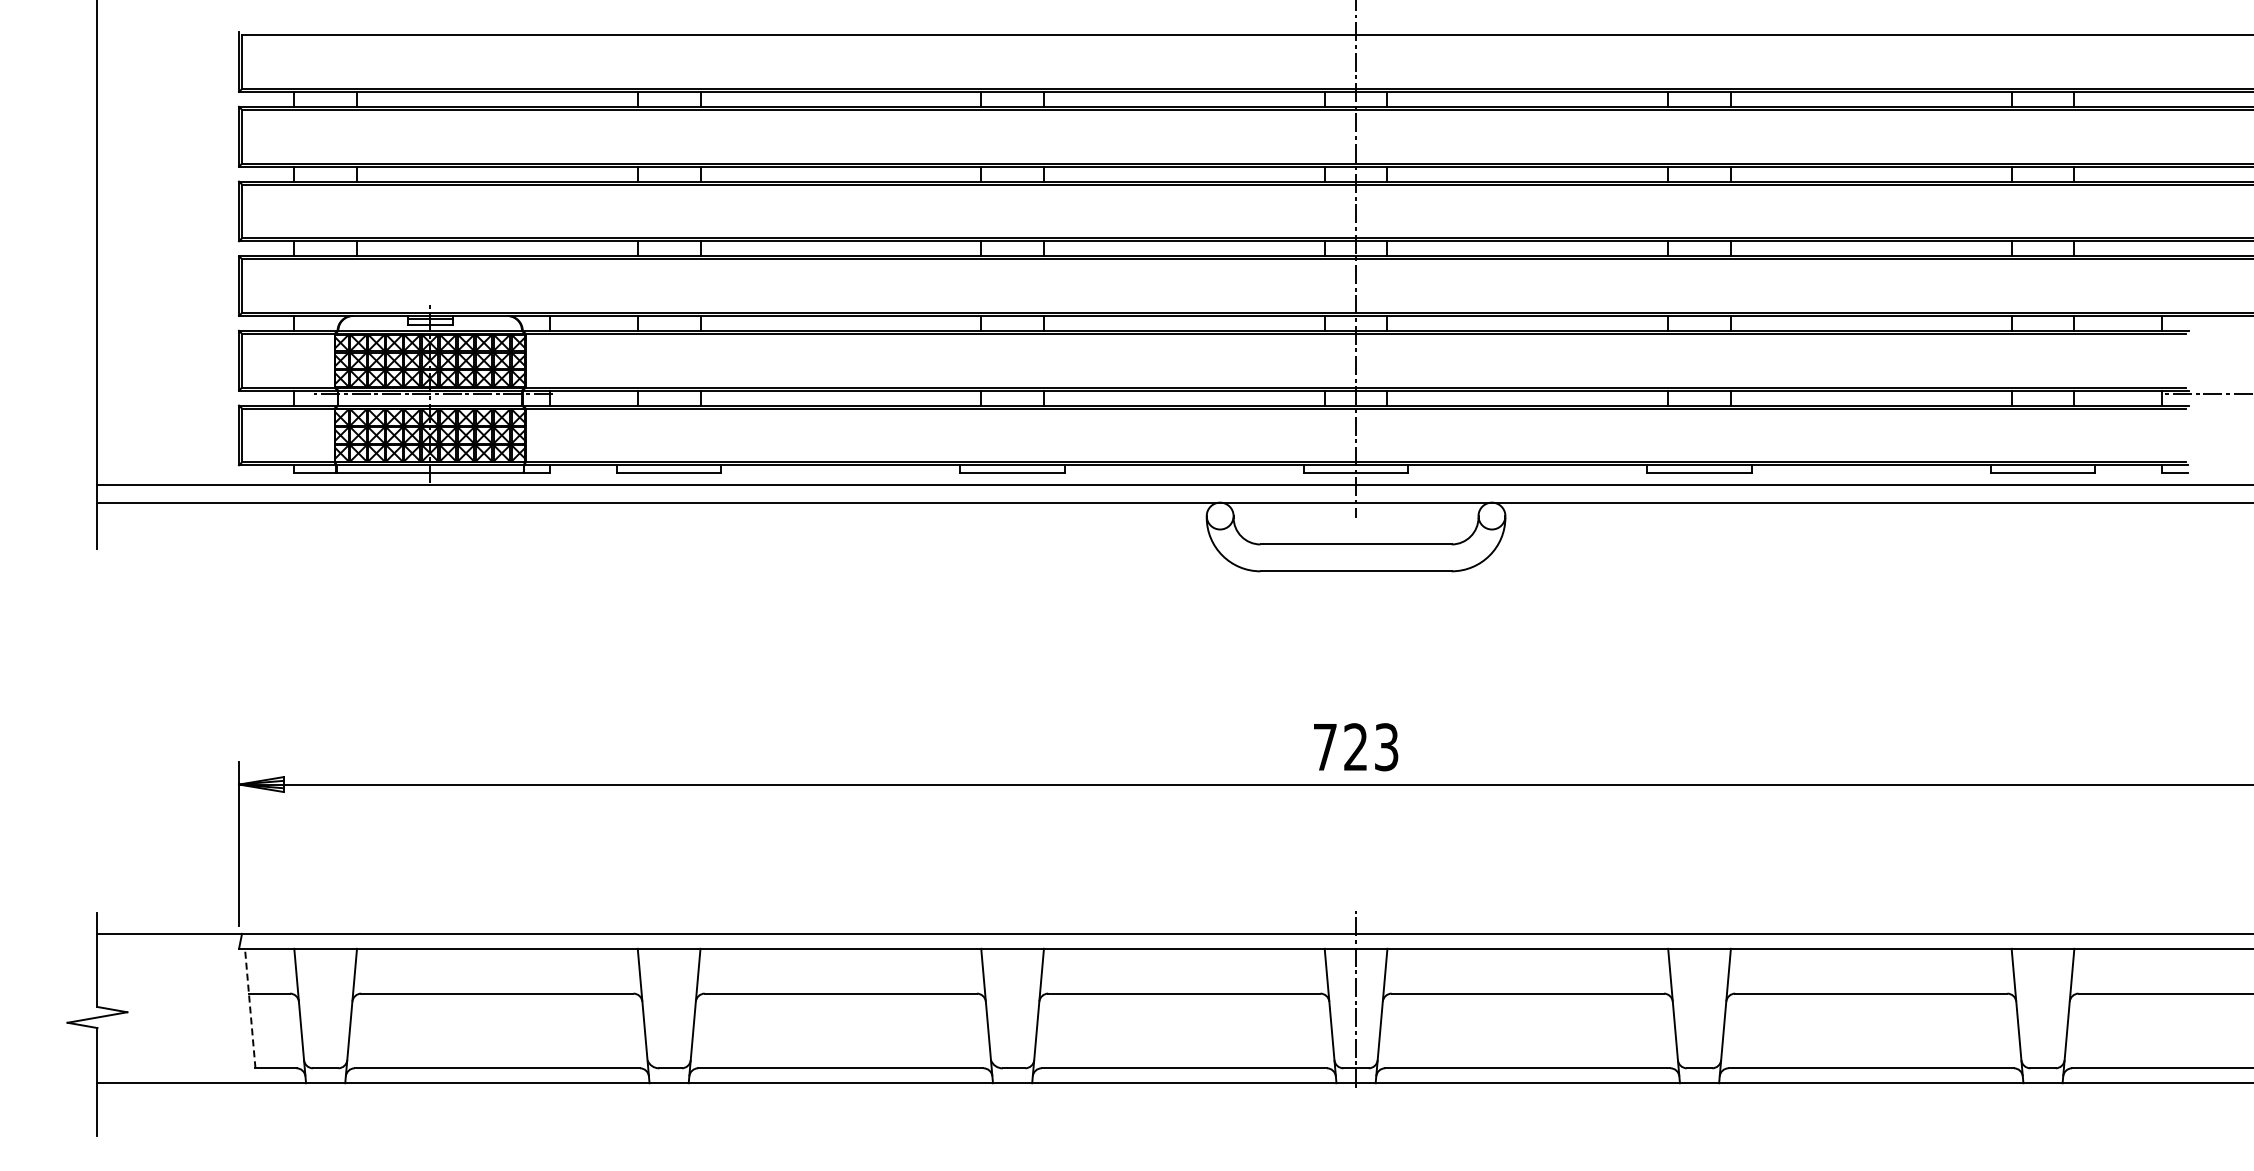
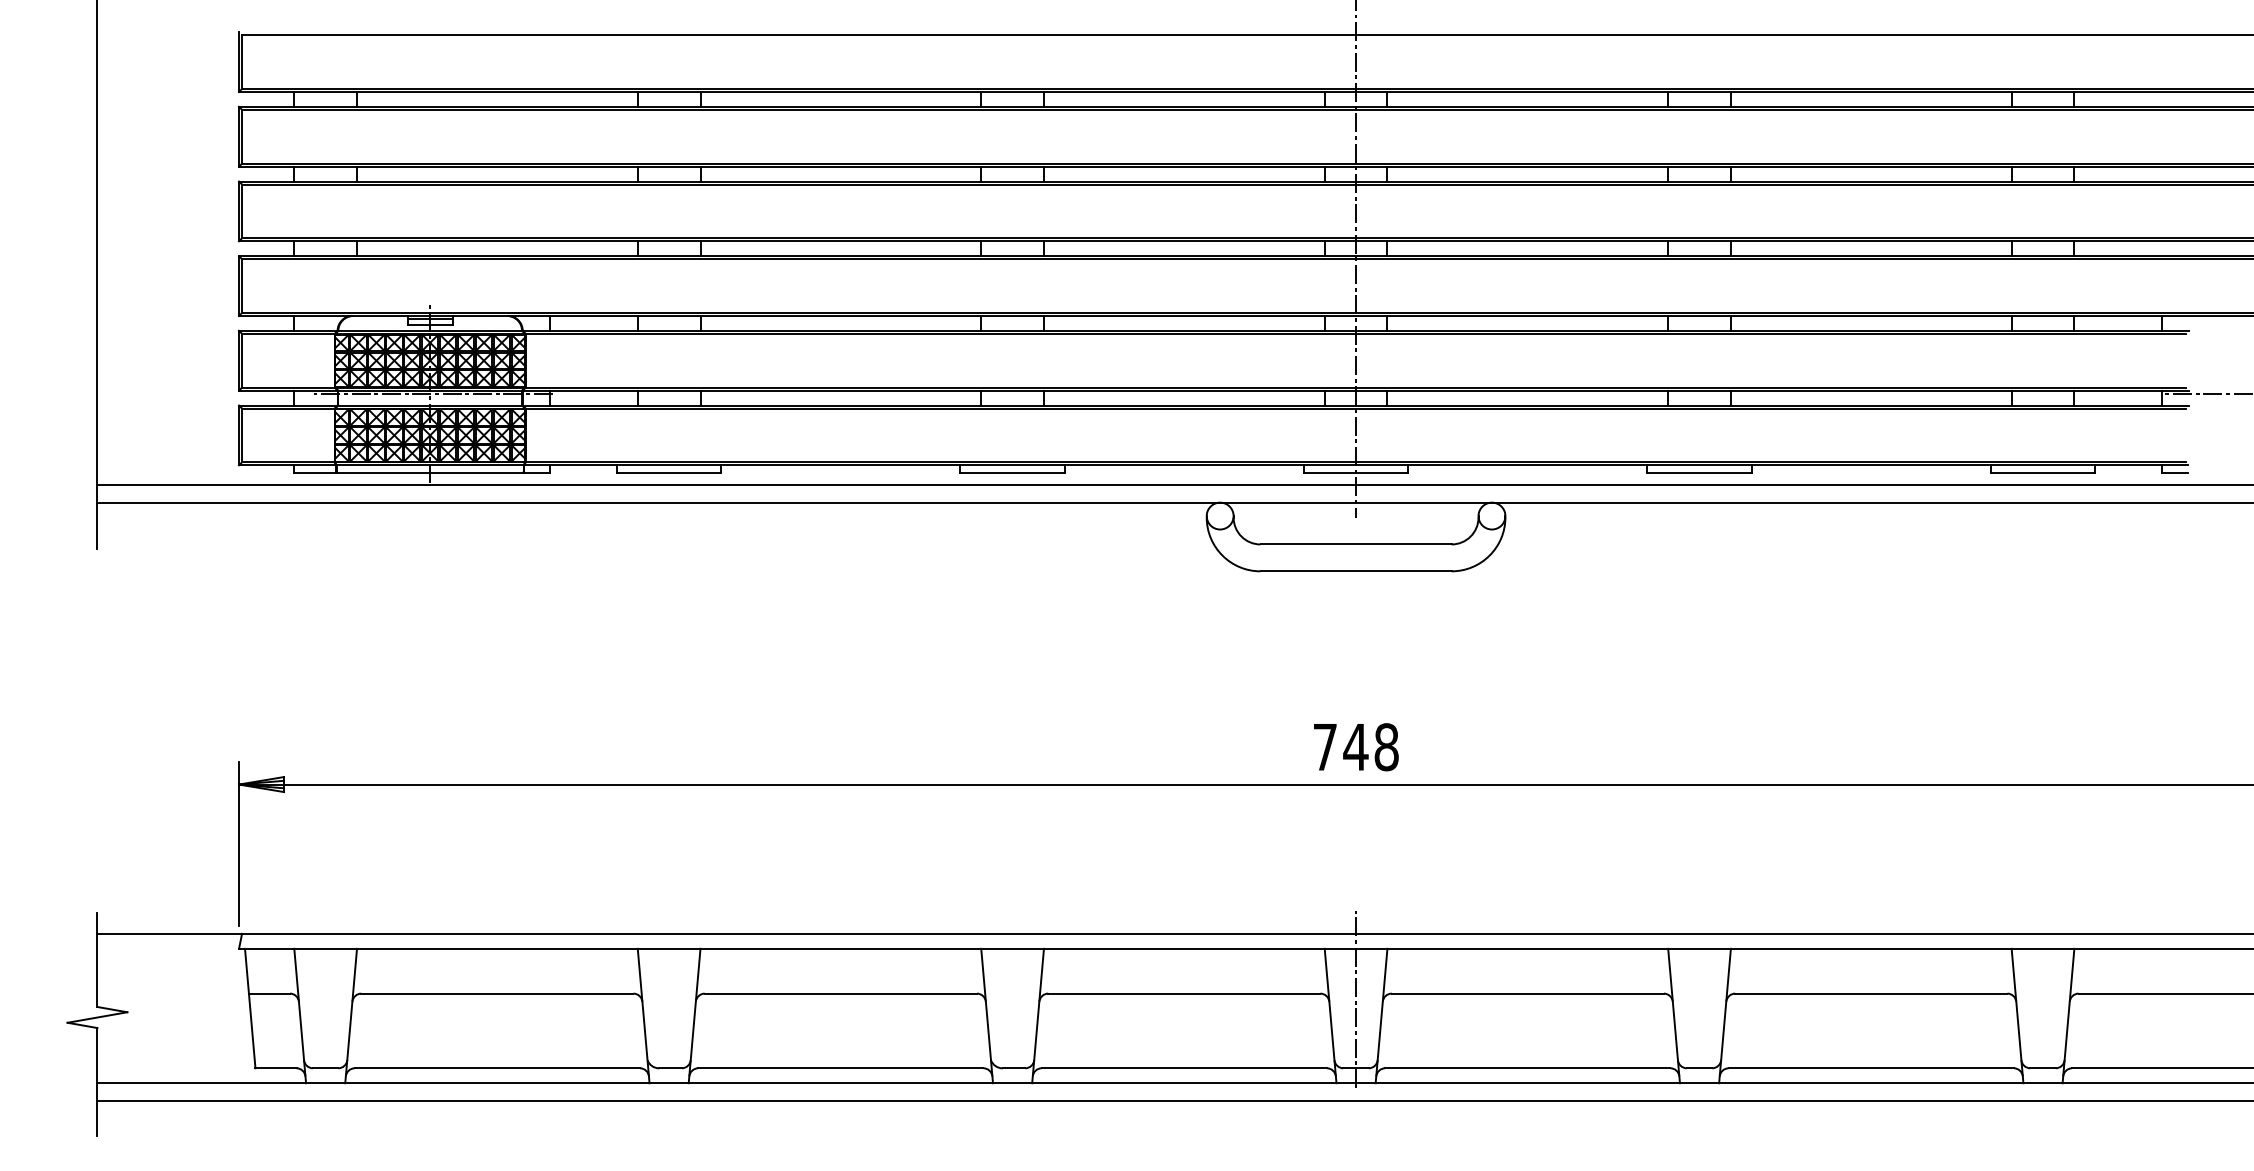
text at (1370, 747): 723 -> 748
line at (250, 1008): dashed -> solid
line at (1173, 1101): none -> present
